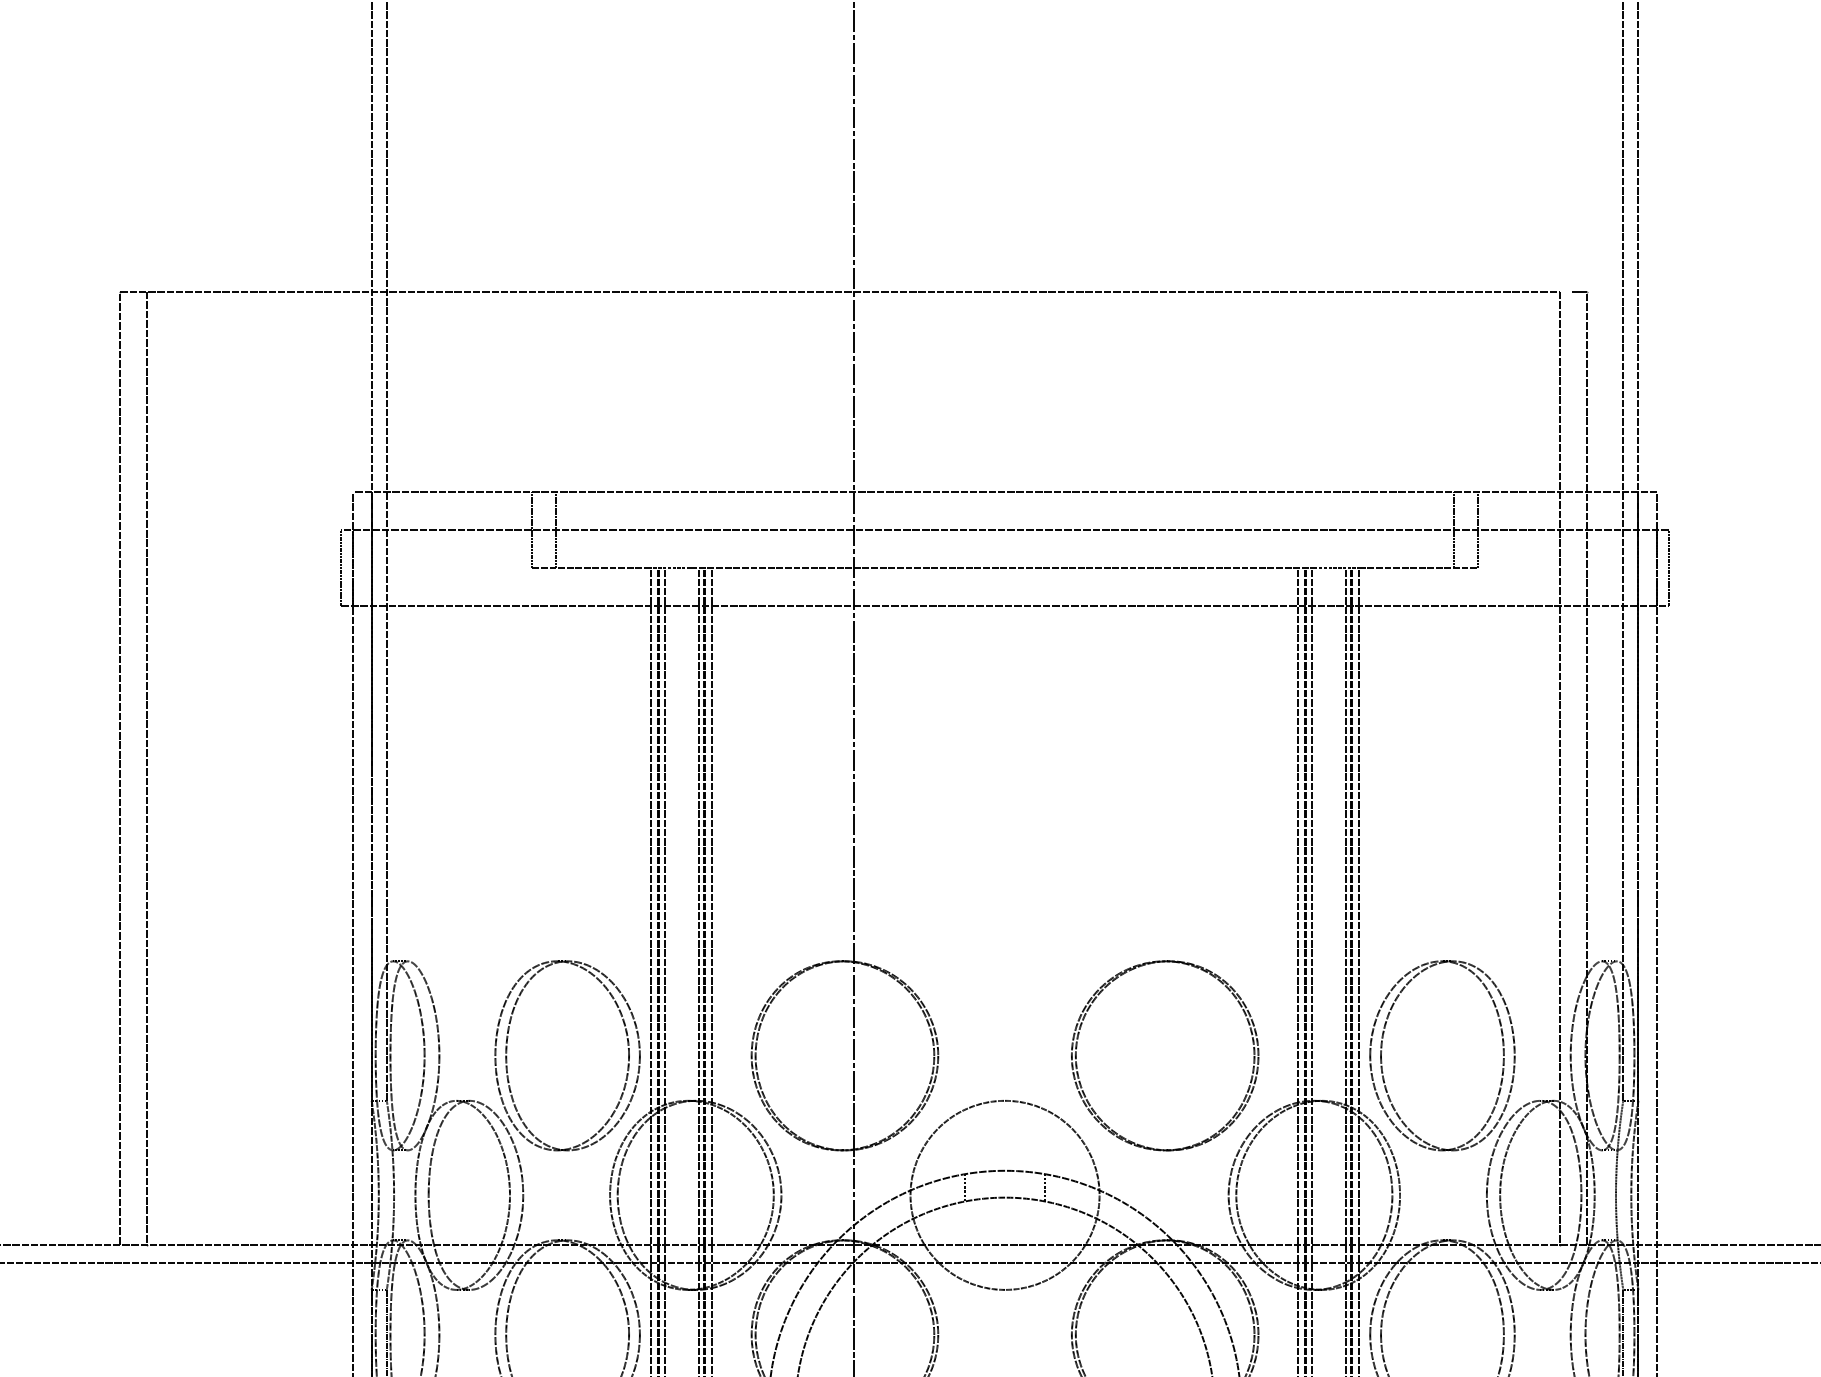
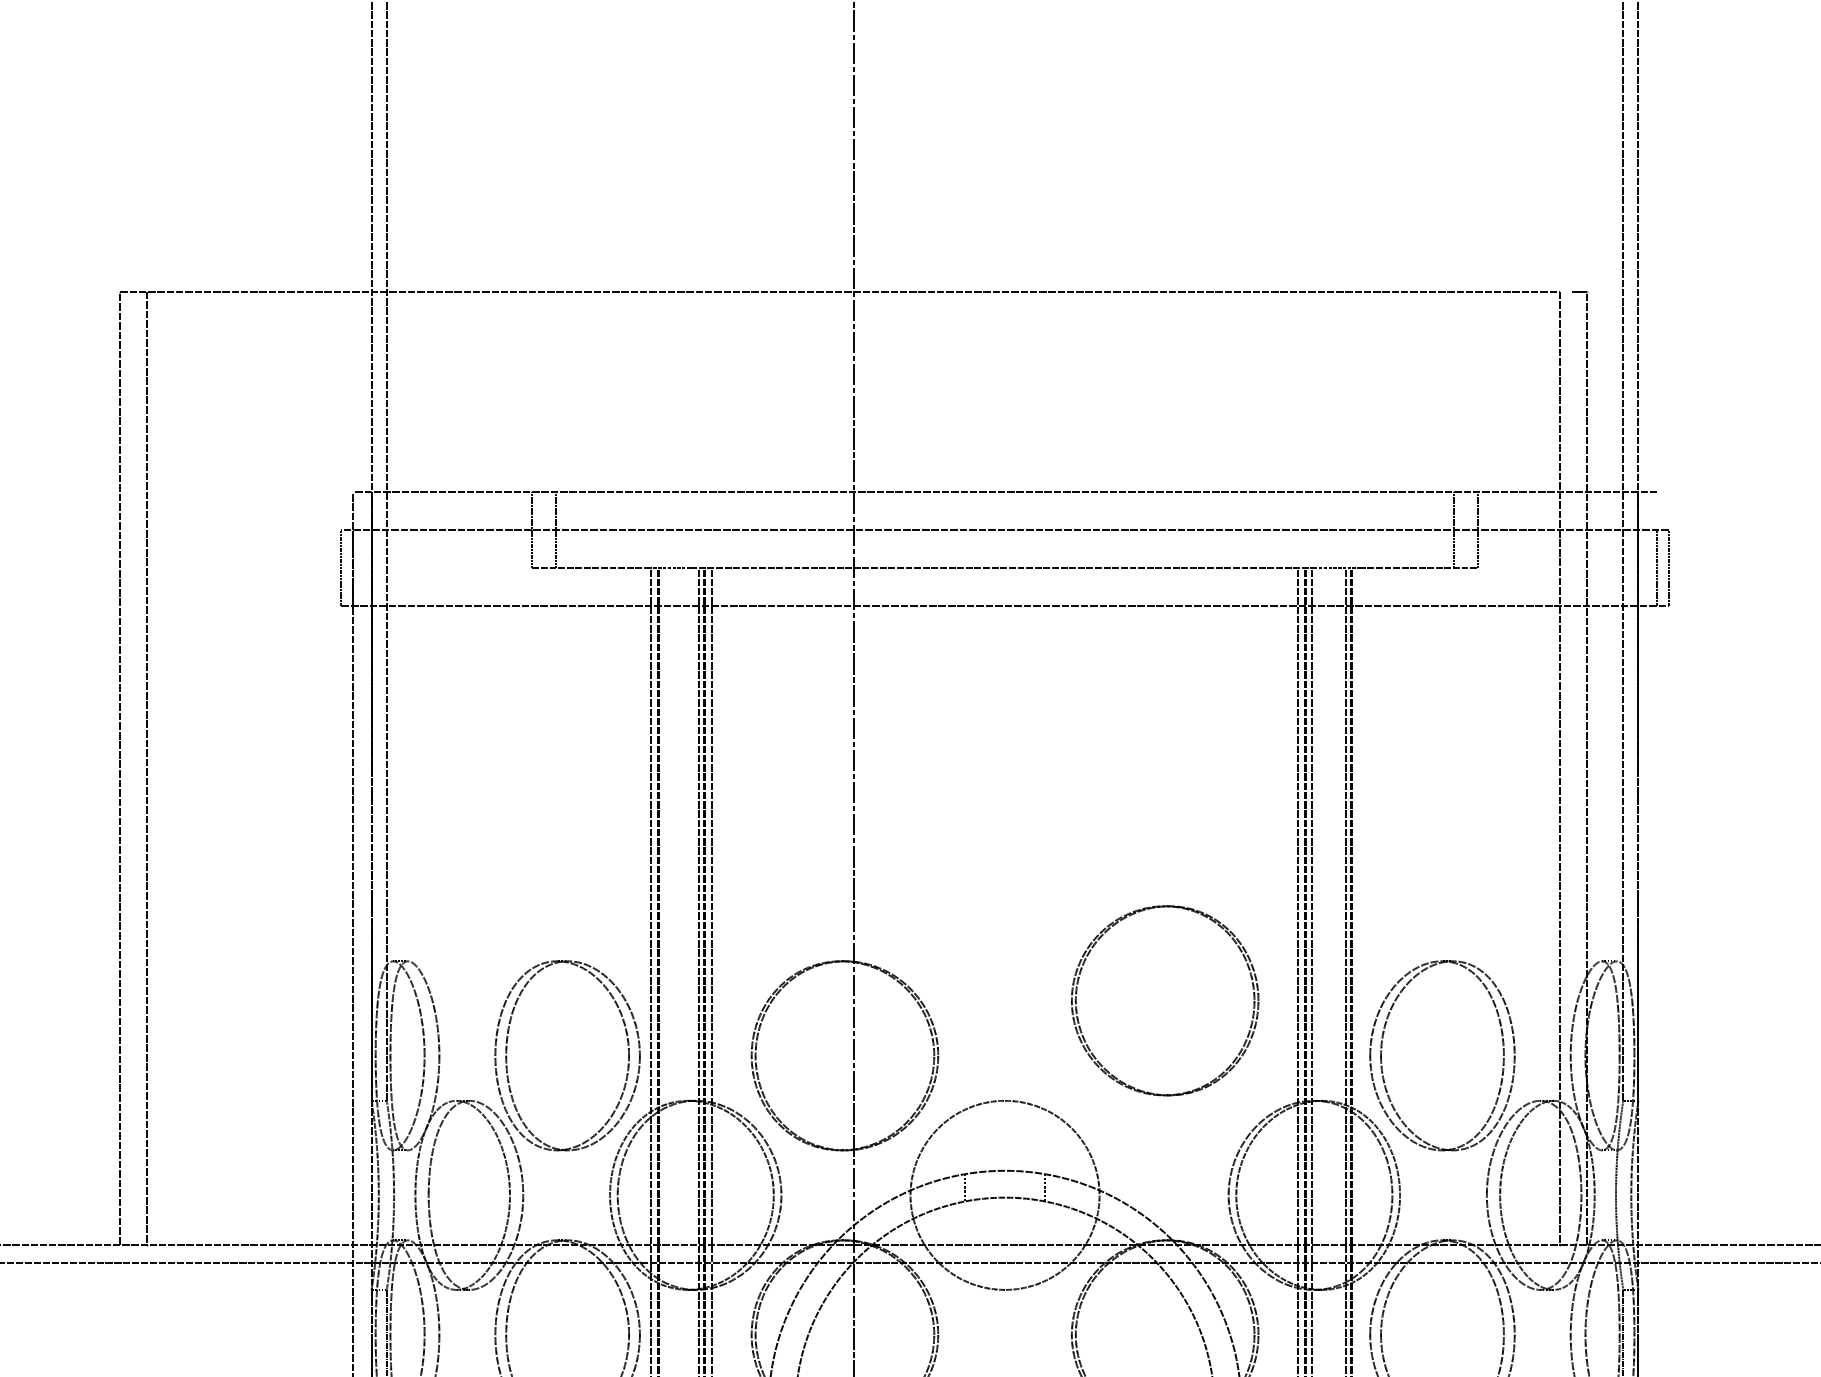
line at (1657, 932): present -> none
line at (664, 970): present -> none
line at (1358, 970): present -> none
part at (1252, 1043) position: (1252, 1043) -> (1252, 988)
